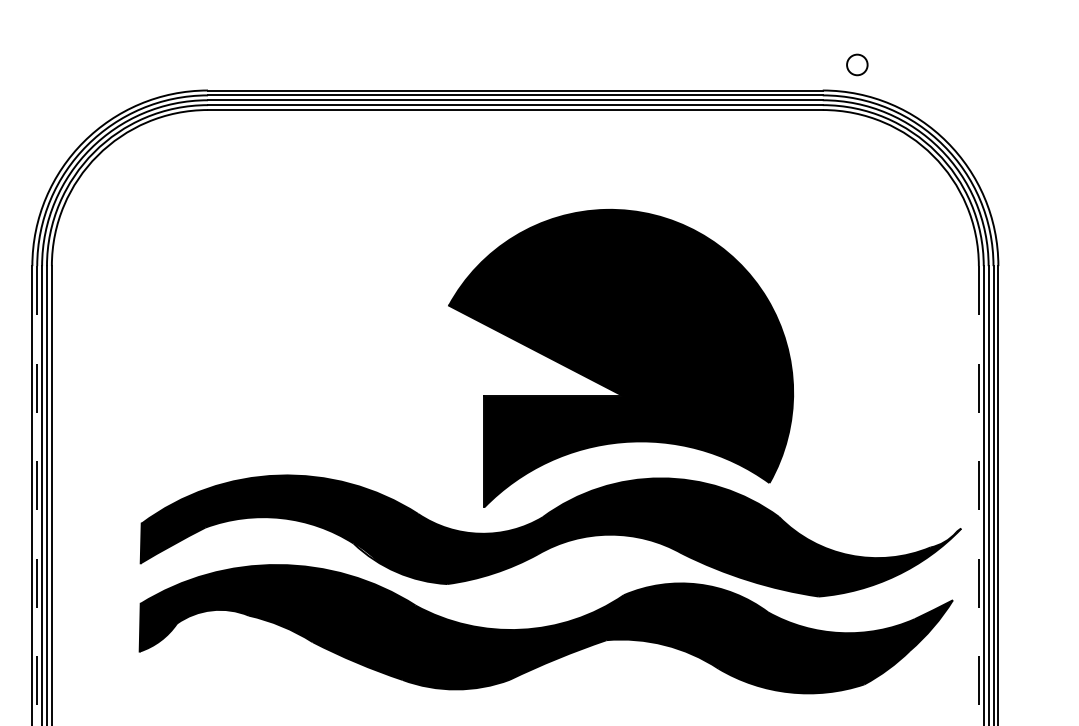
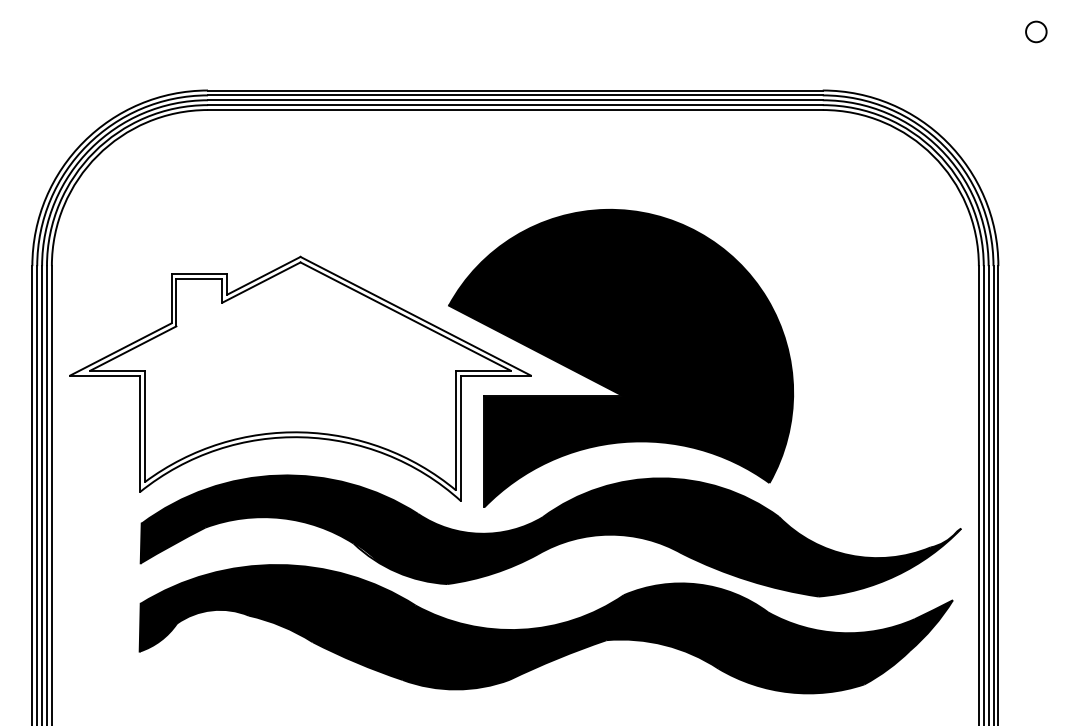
circle at (857, 64) position: (857, 64) -> (1036, 31)
part at (300, 378): none -> present
line at (37, 496): dashed -> solid
line at (978, 496): dashed -> solid
